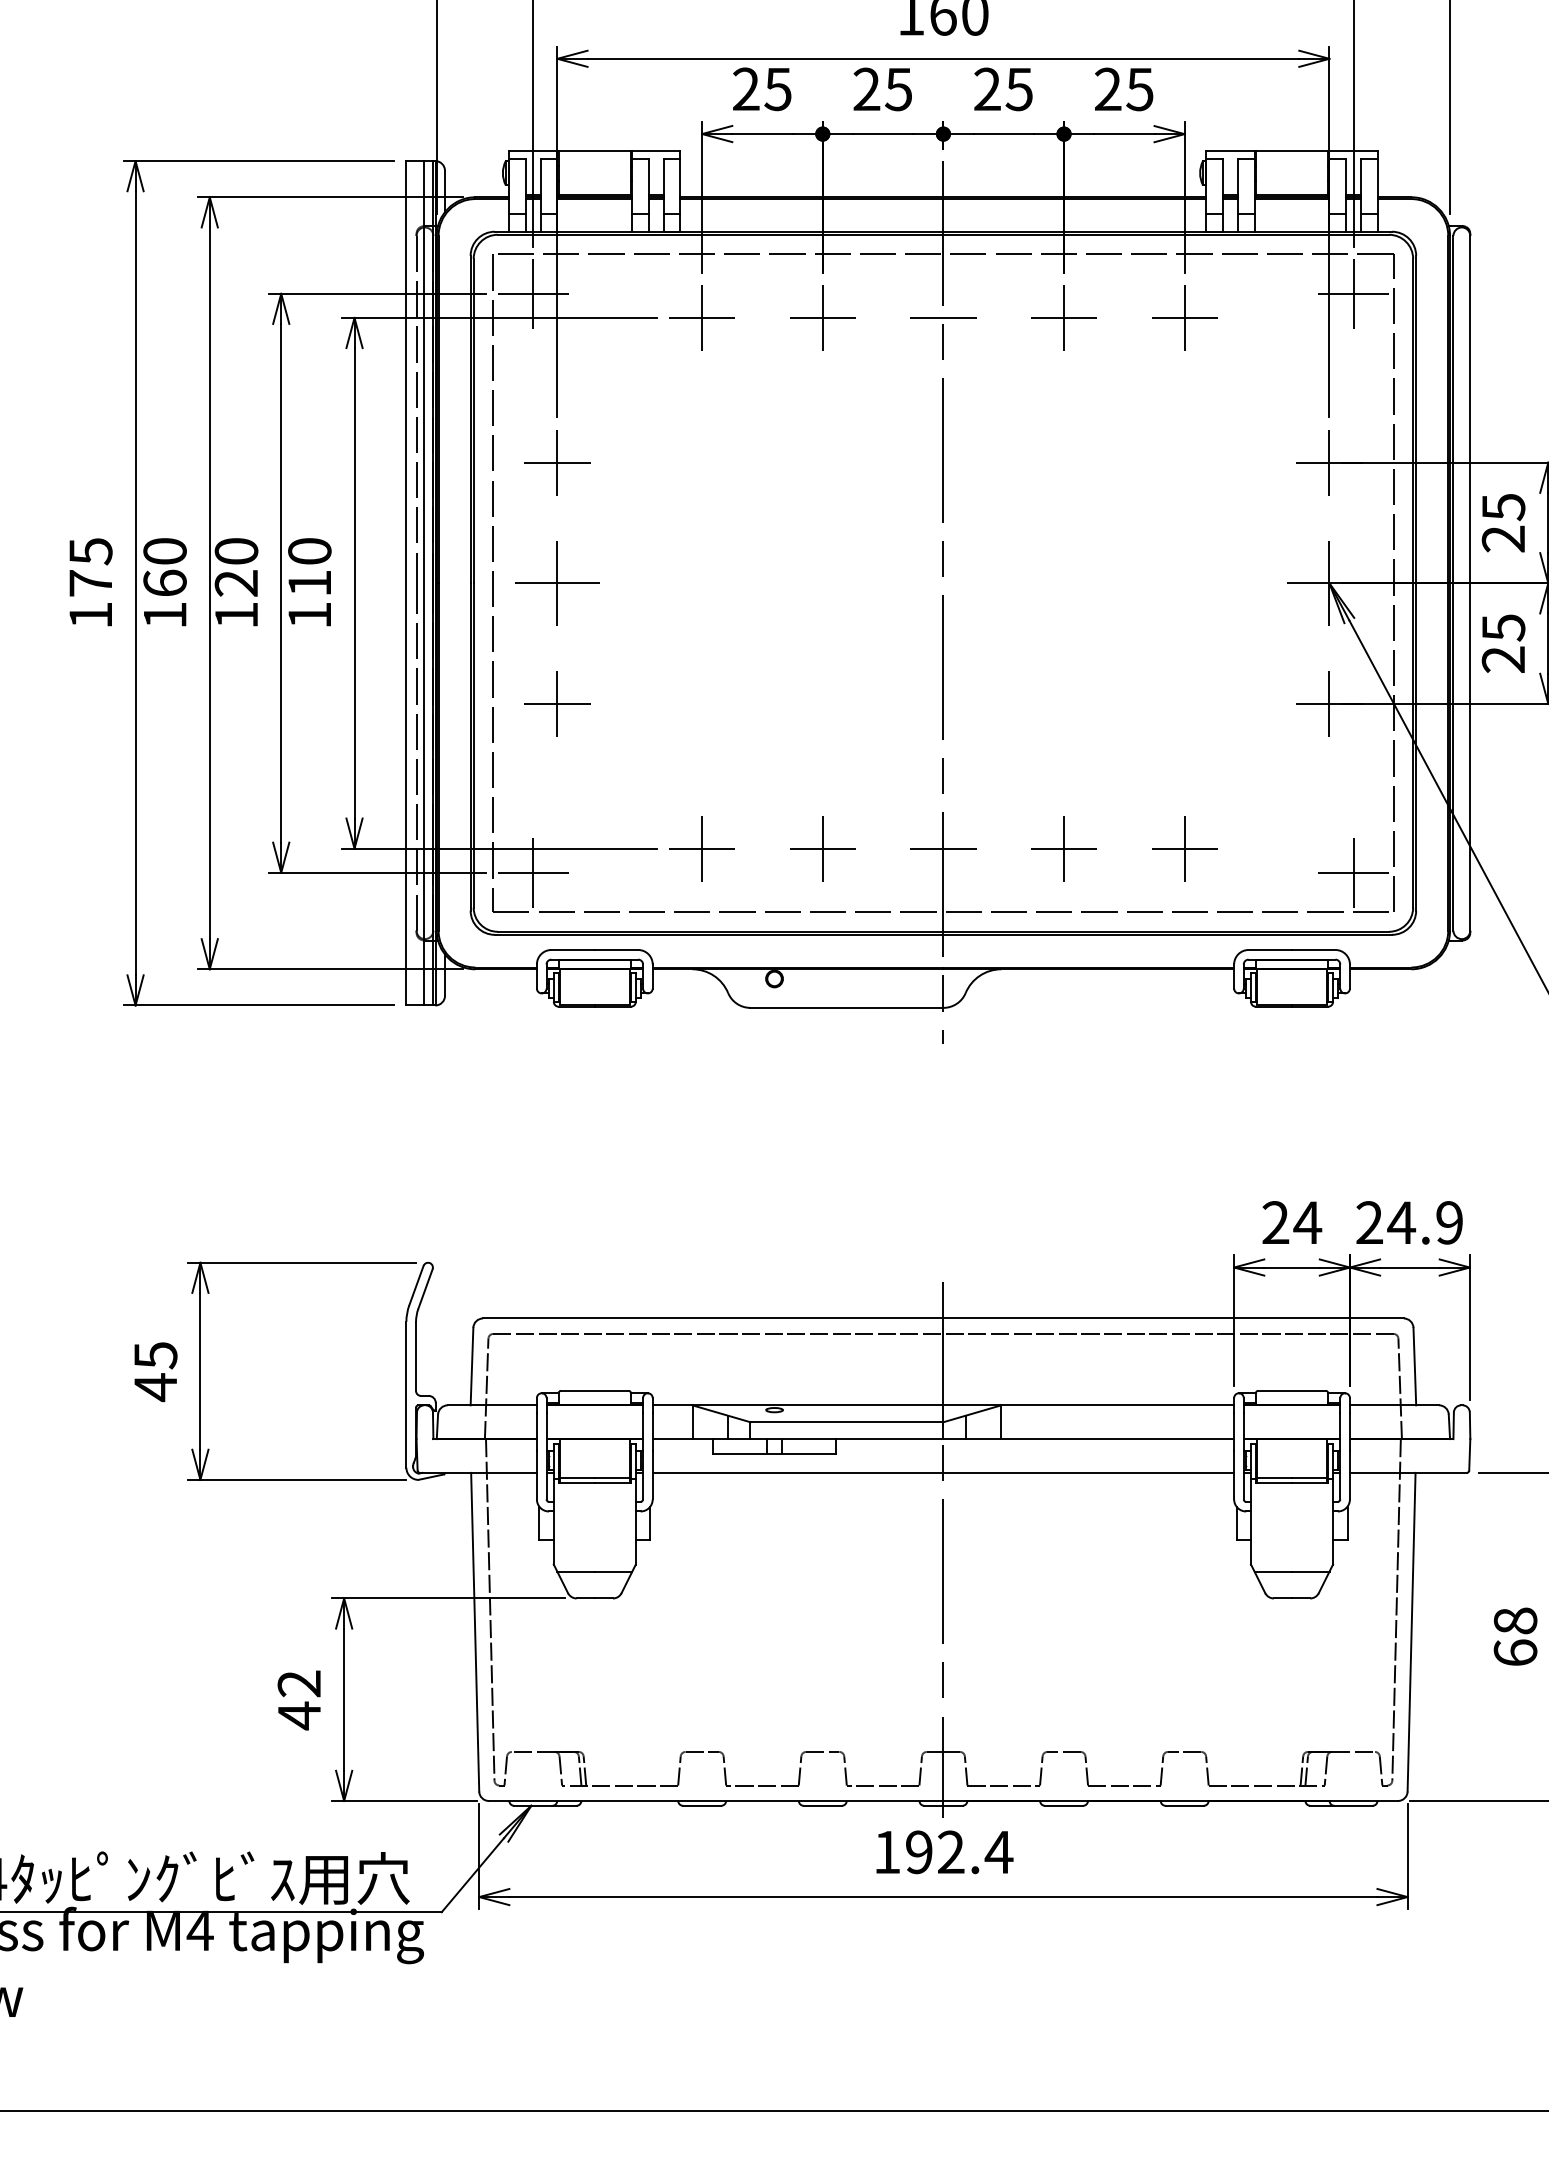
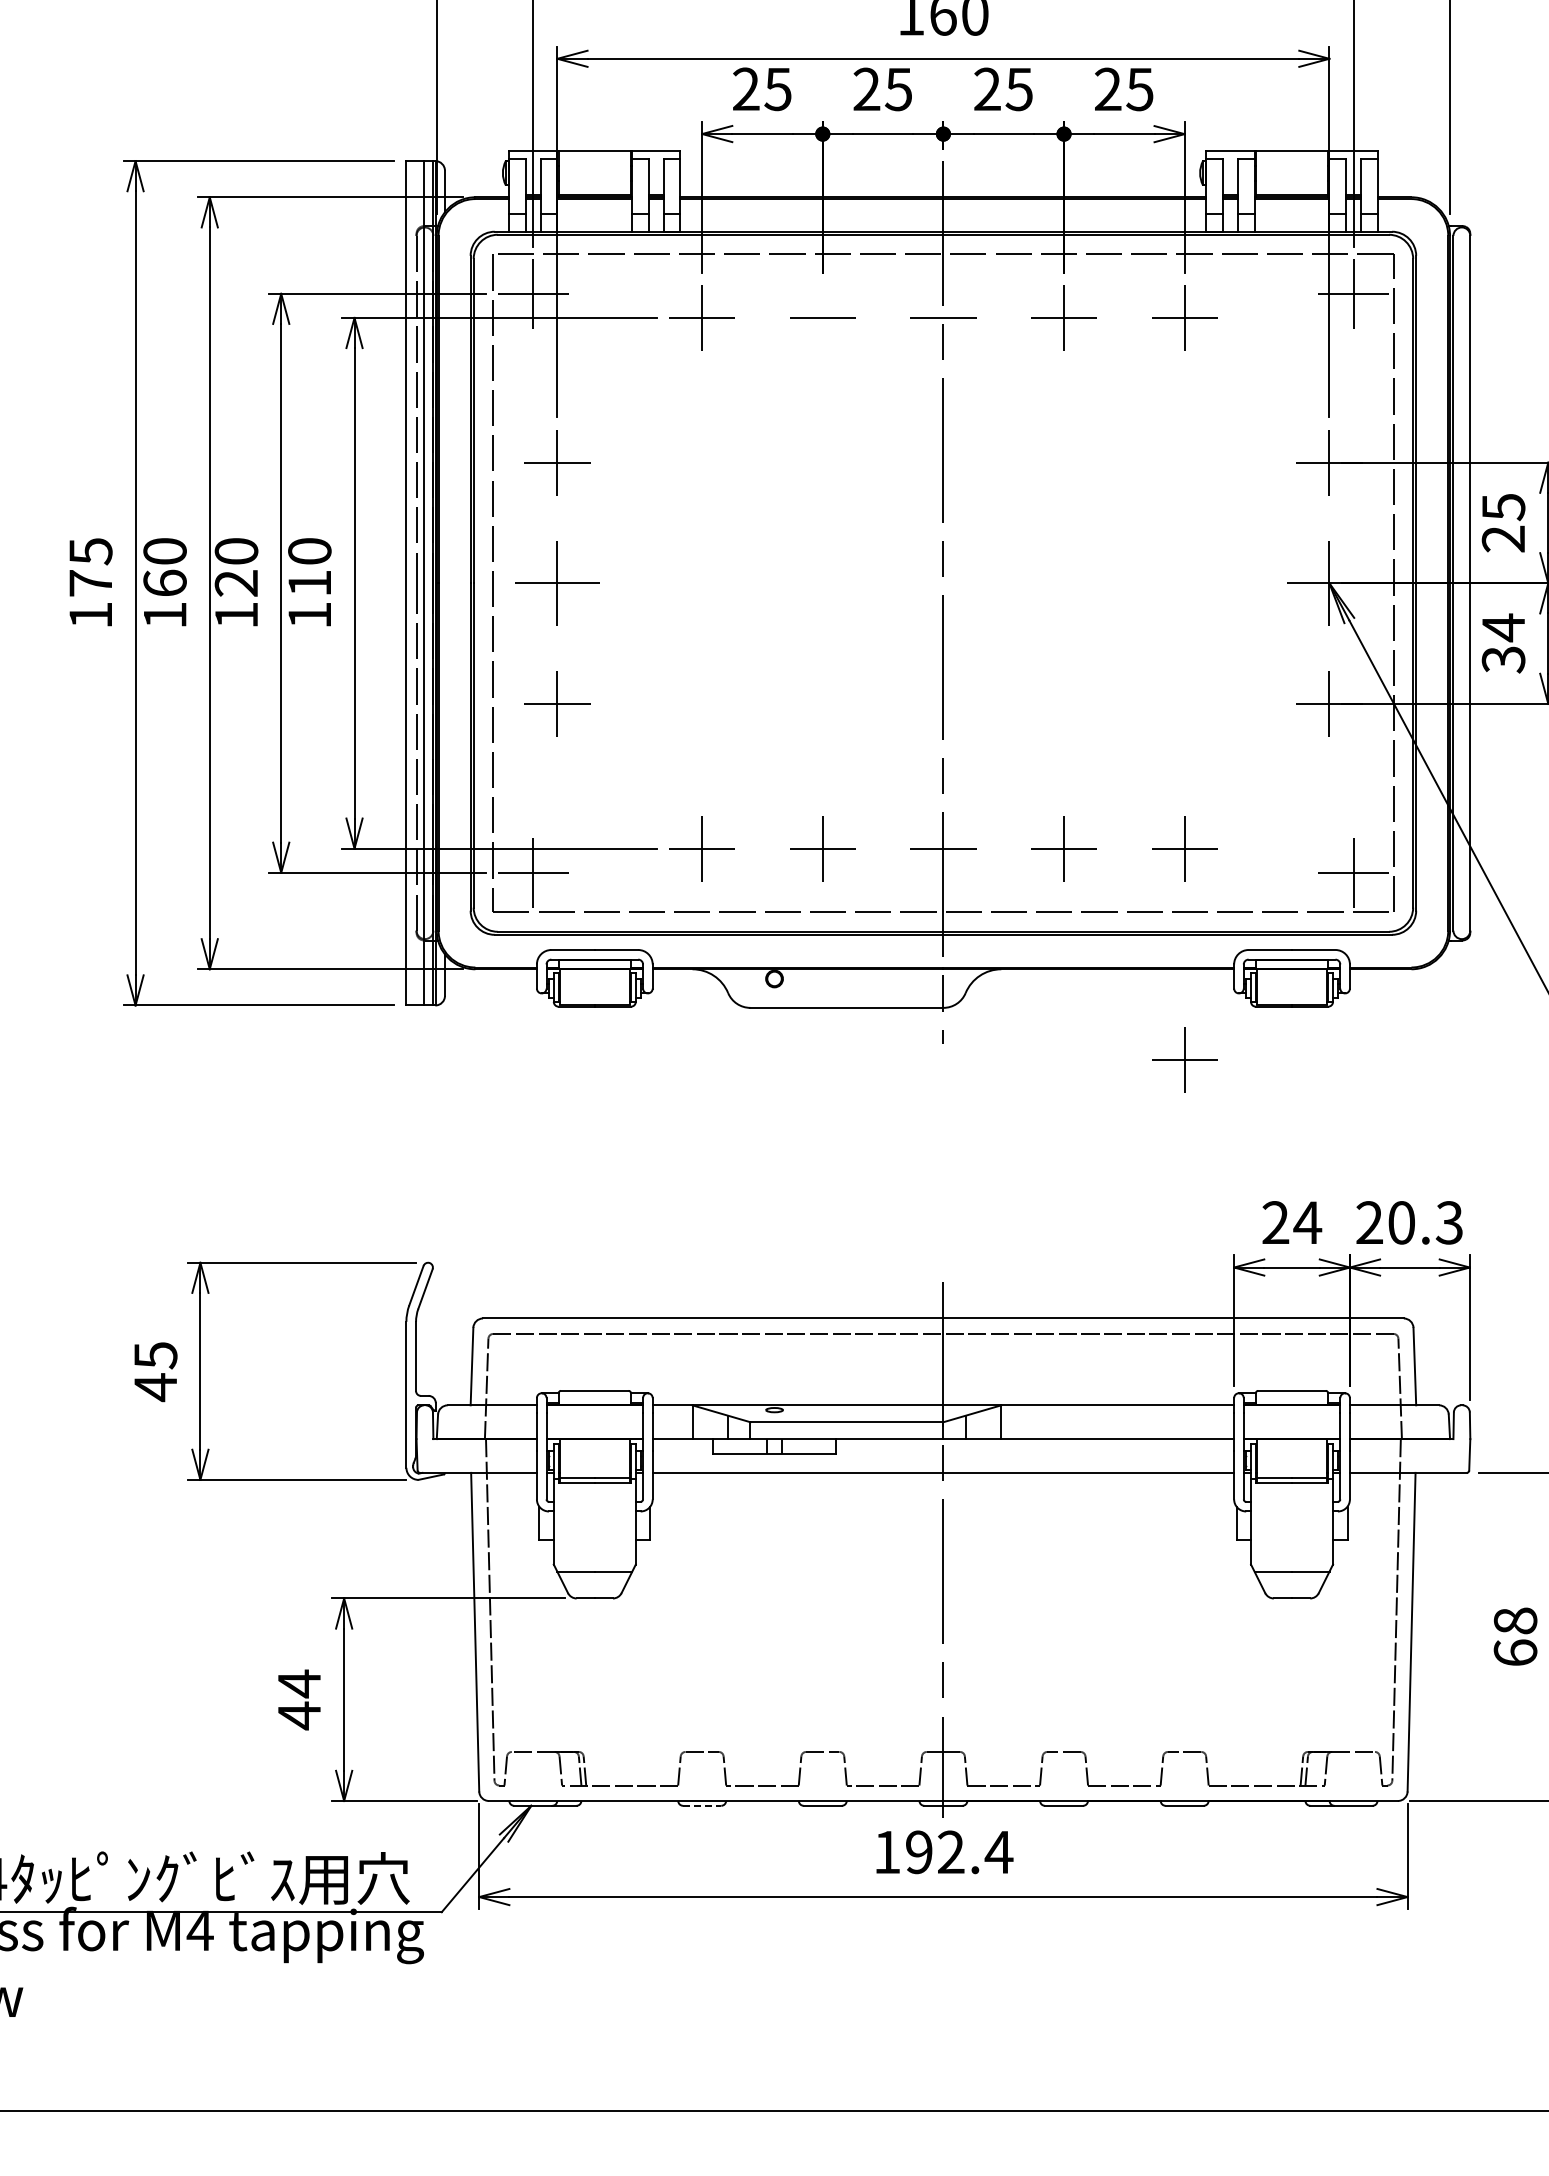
line at (822, 317): present -> none
text at (1503, 643): 25 -> 34
part at (1184, 1059): none -> present
text at (1424, 1222): 24.9 -> 20.3
text at (298, 1683): 42 -> 44
line at (702, 1805): solid -> dashed
